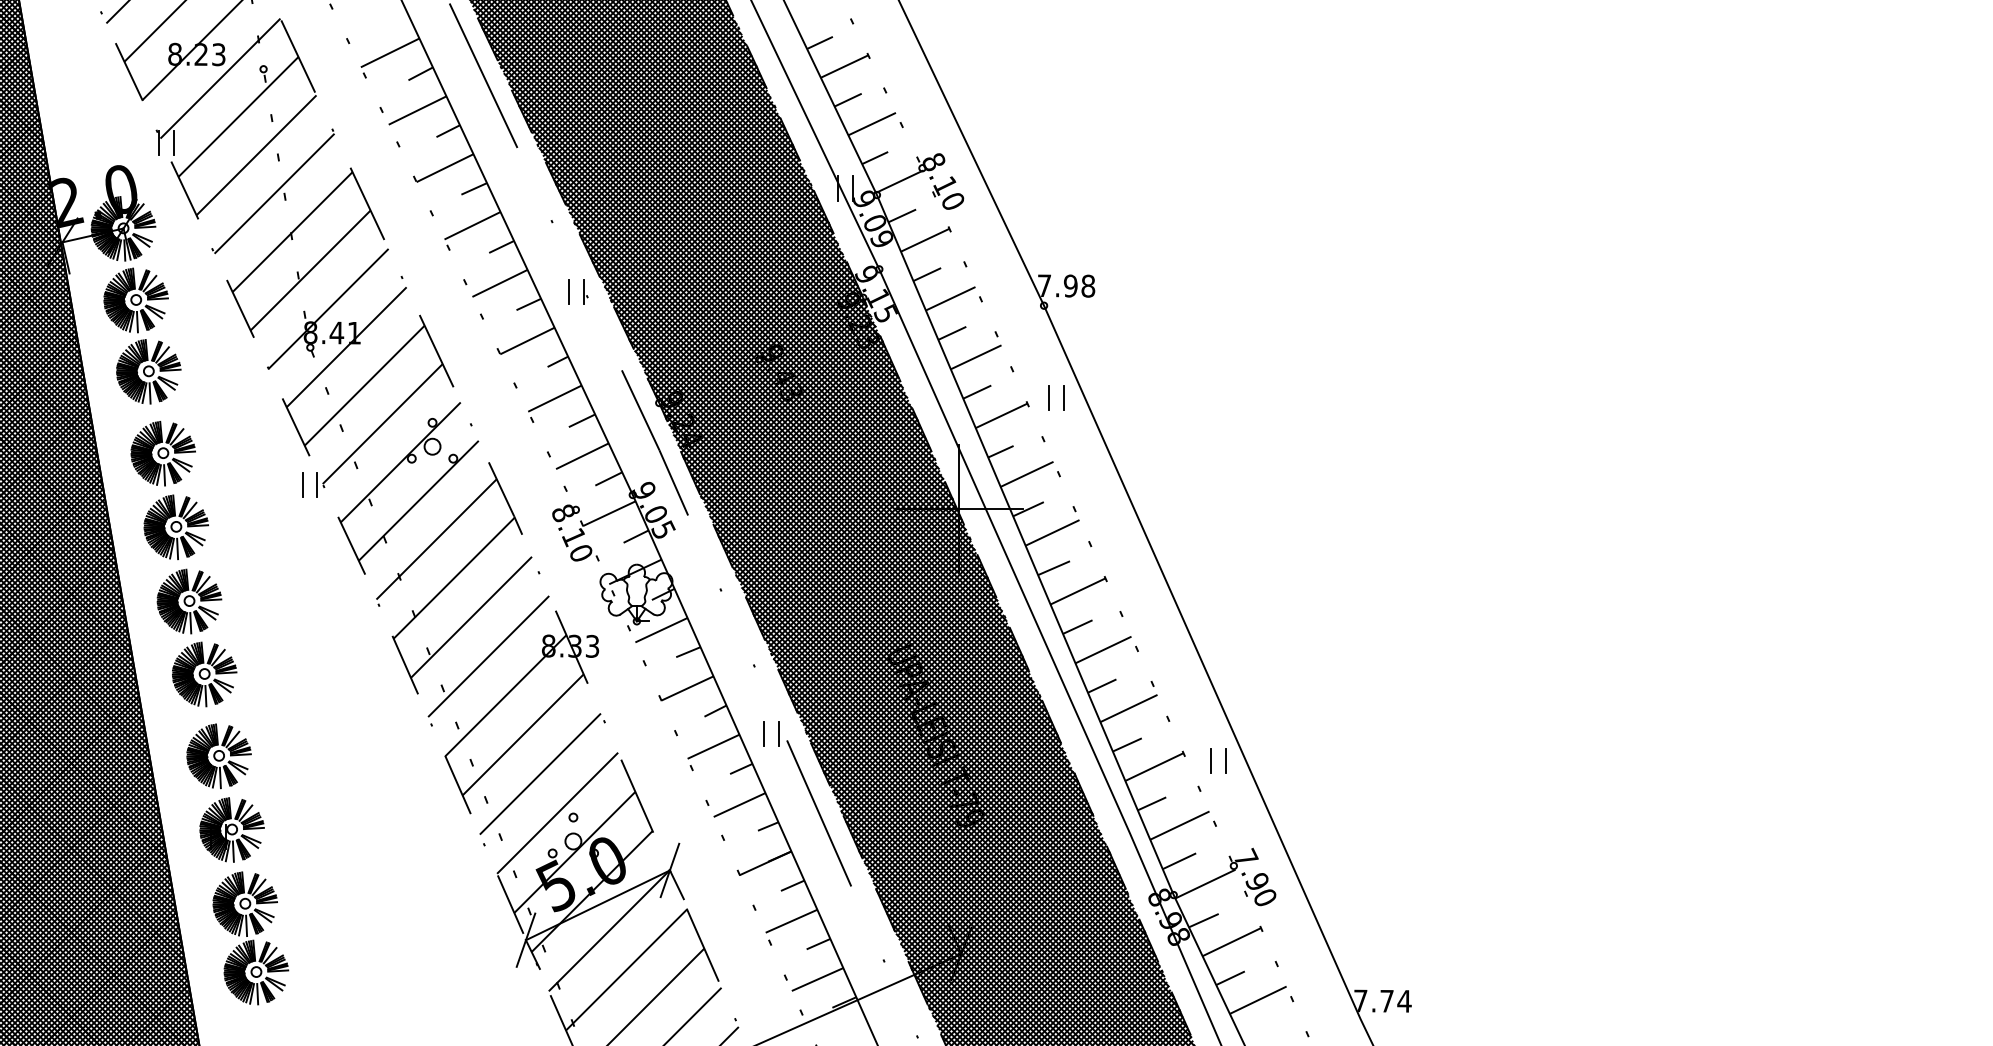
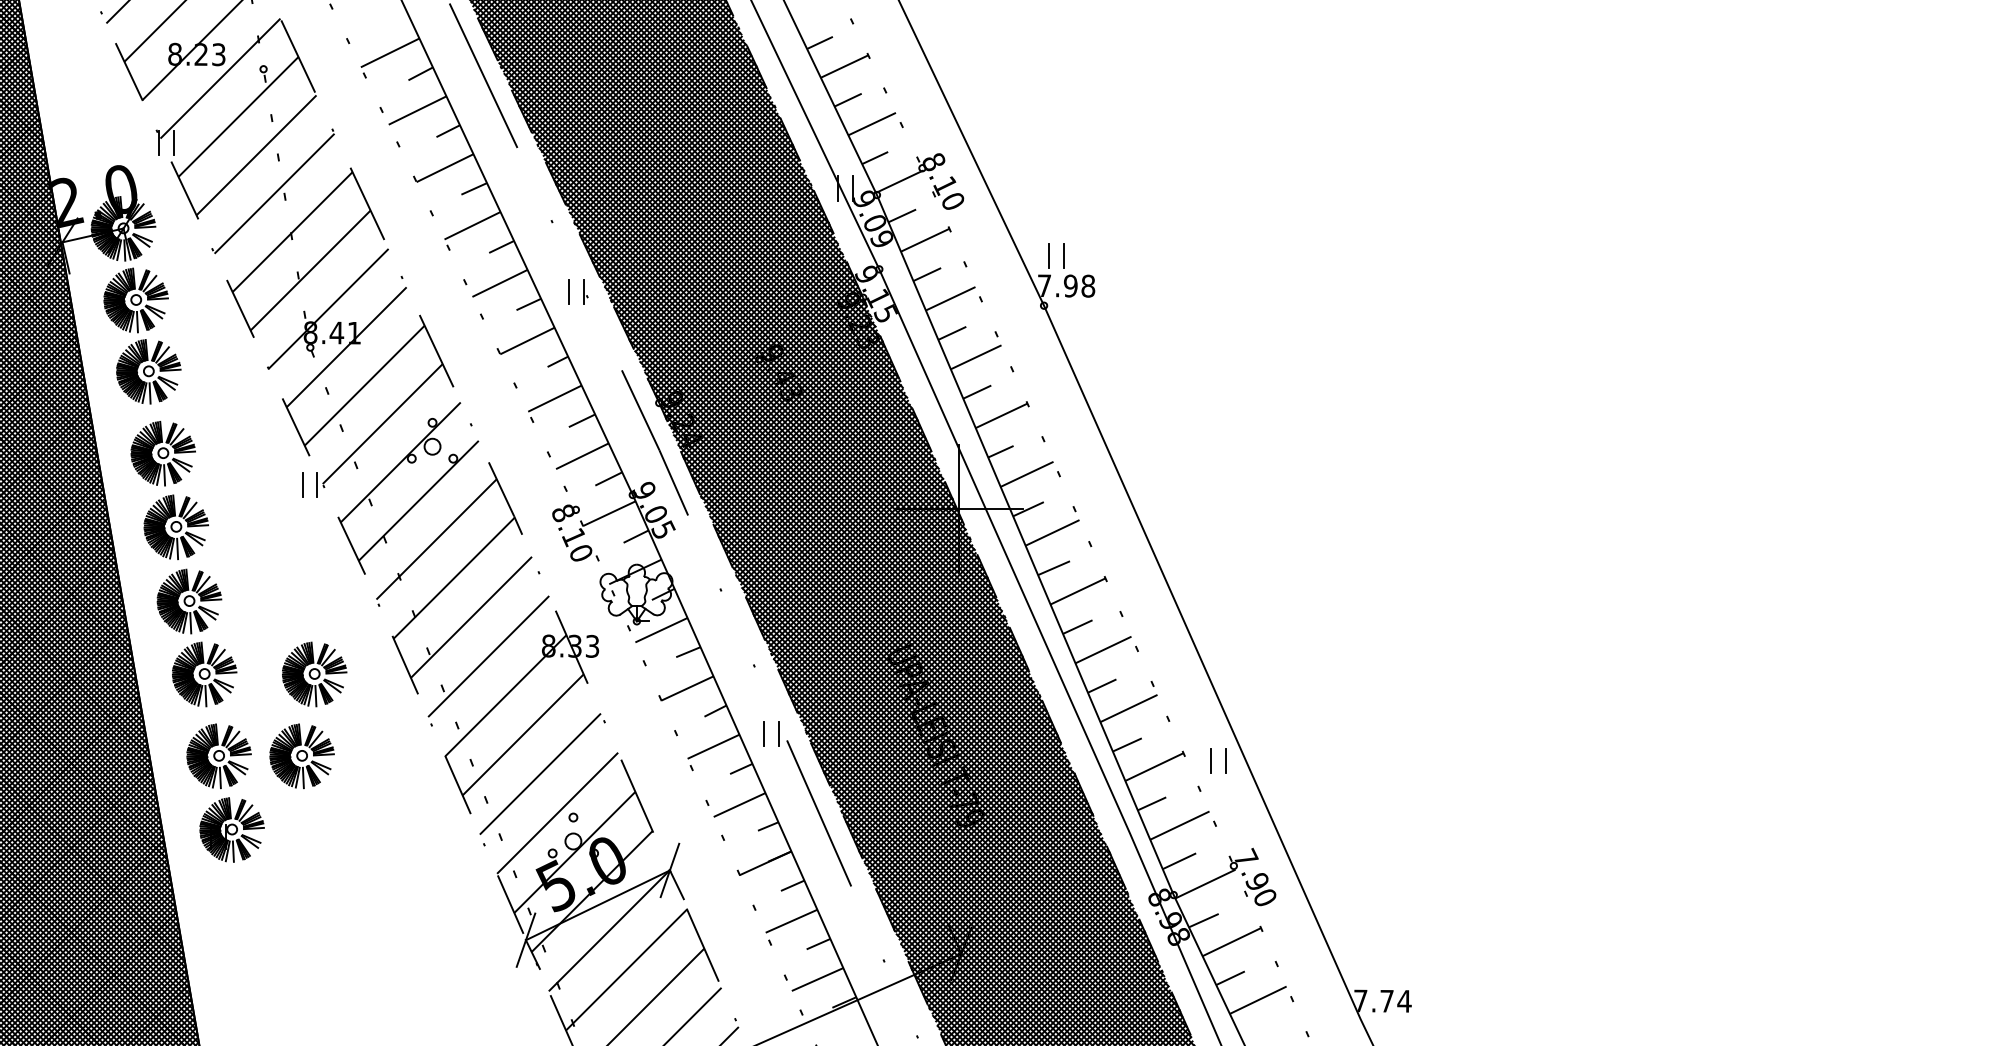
part at (1049, 397) position: (1049, 397) -> (1049, 255)
part at (314, 674): none -> present
part at (301, 756): none -> present
part at (250, 938): present -> none
